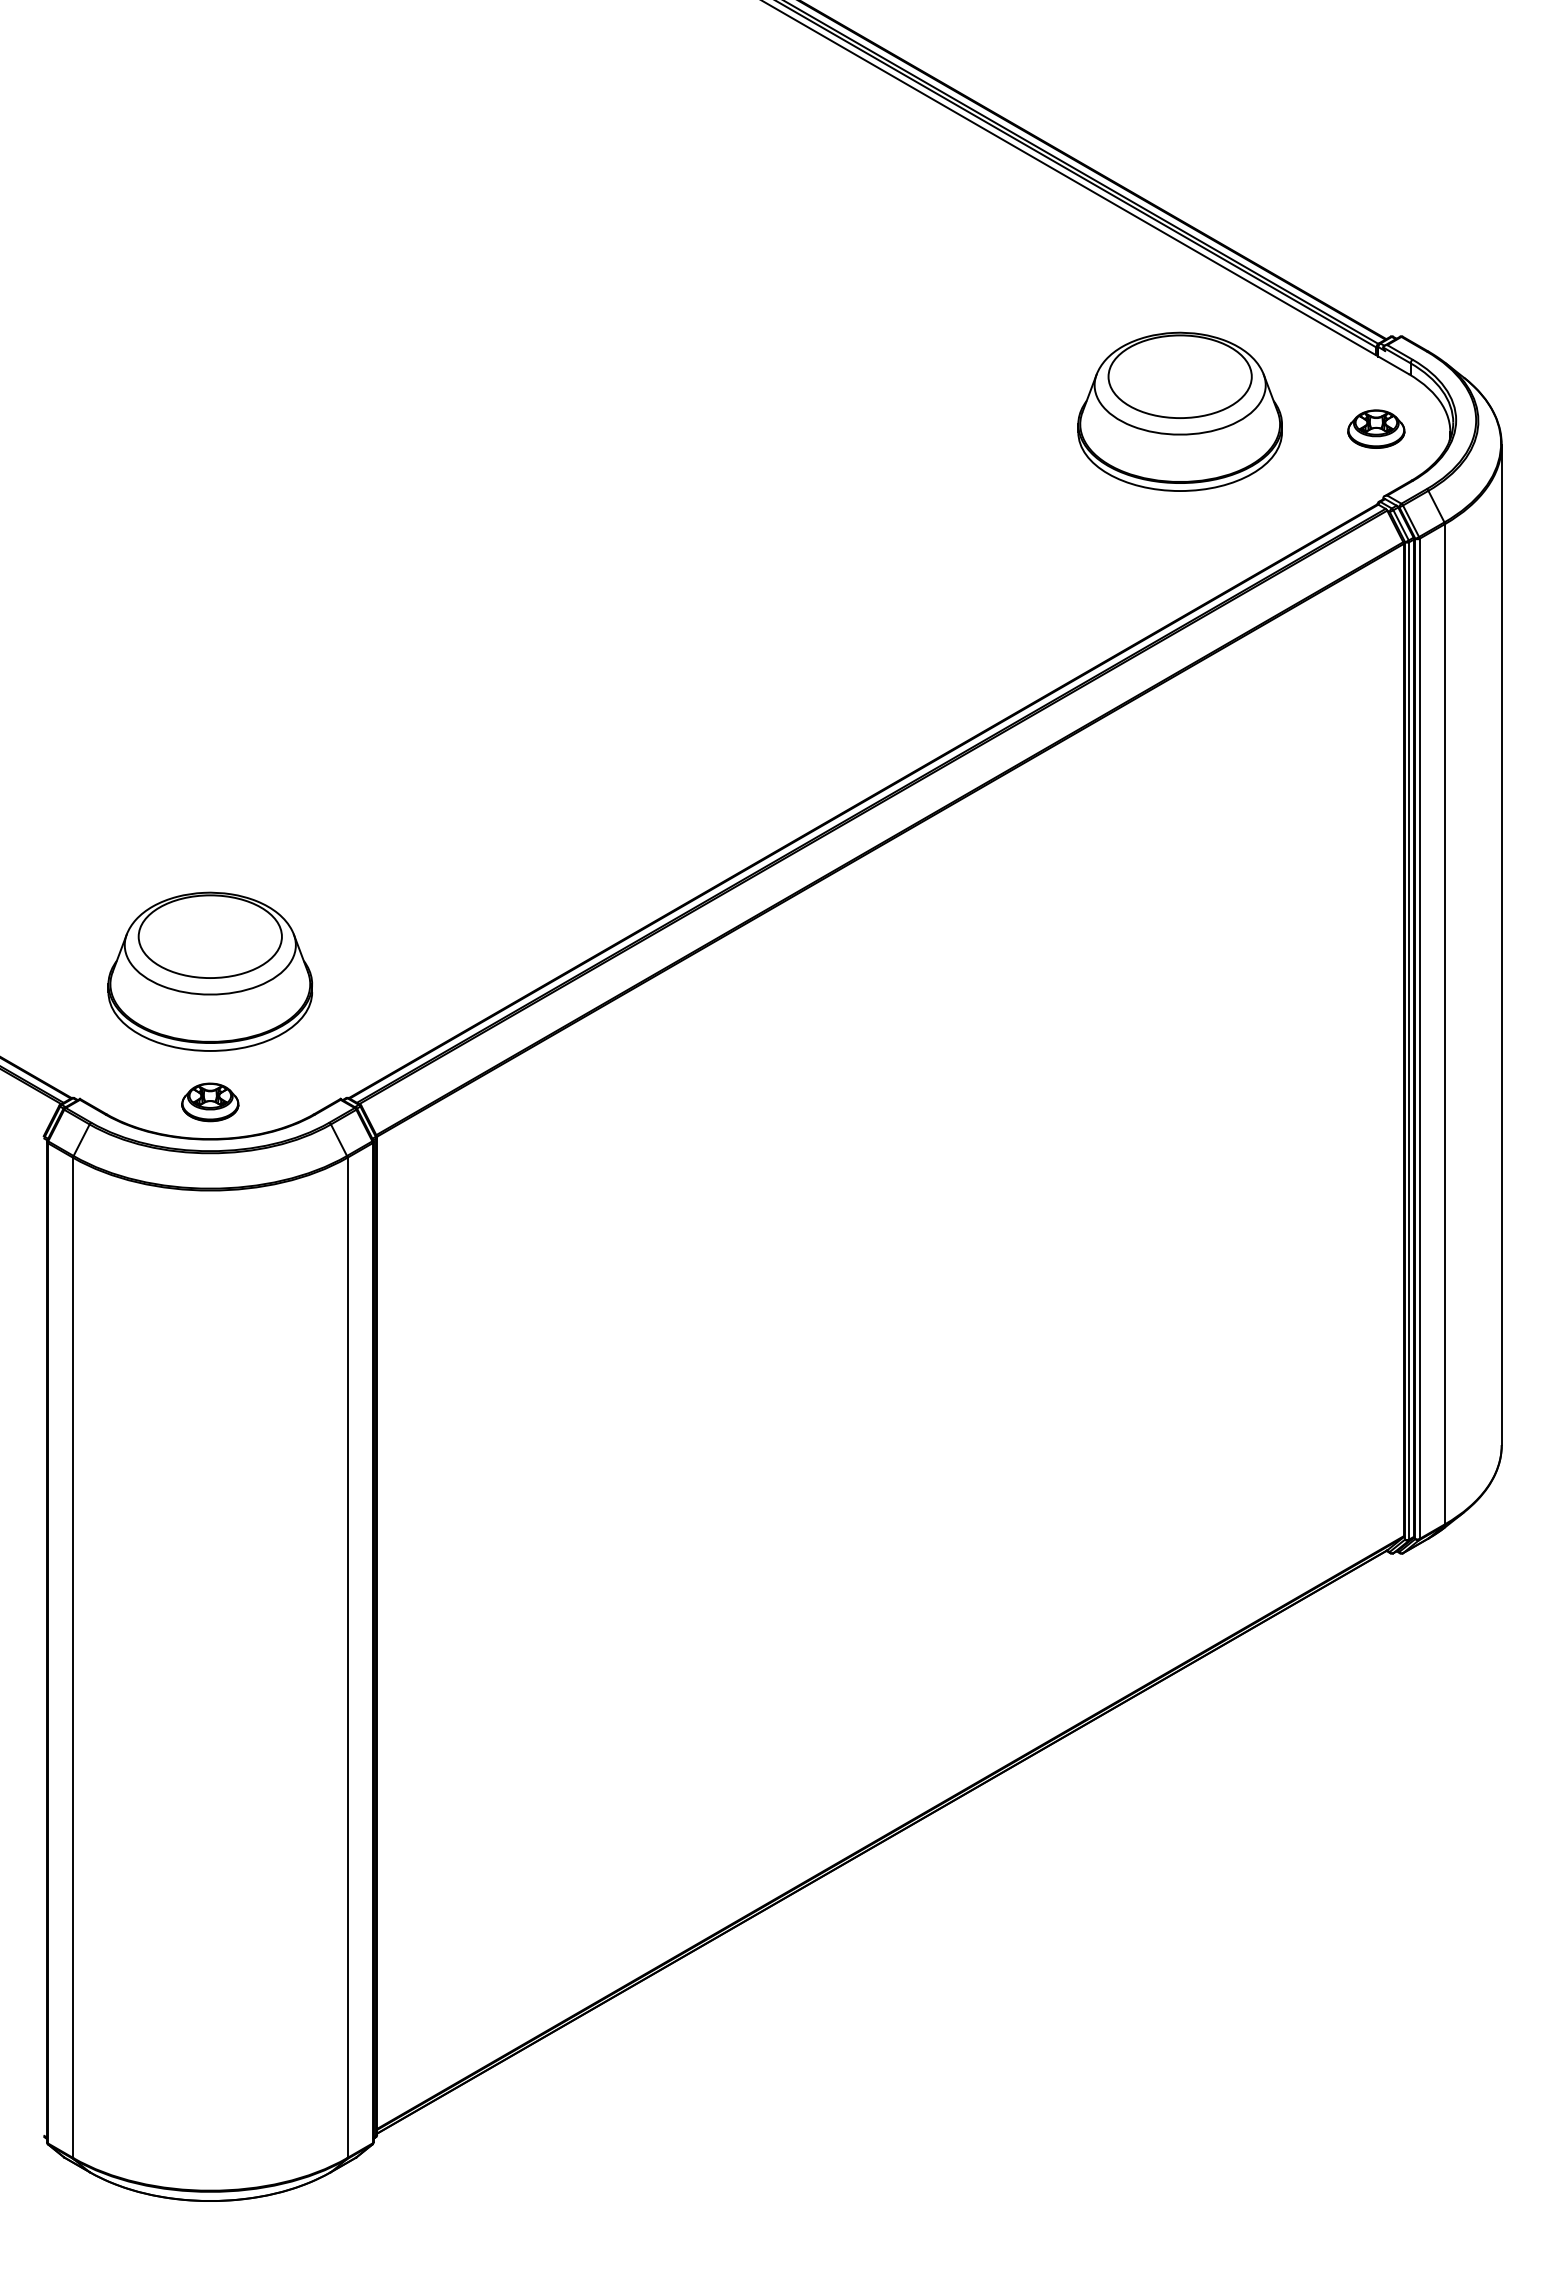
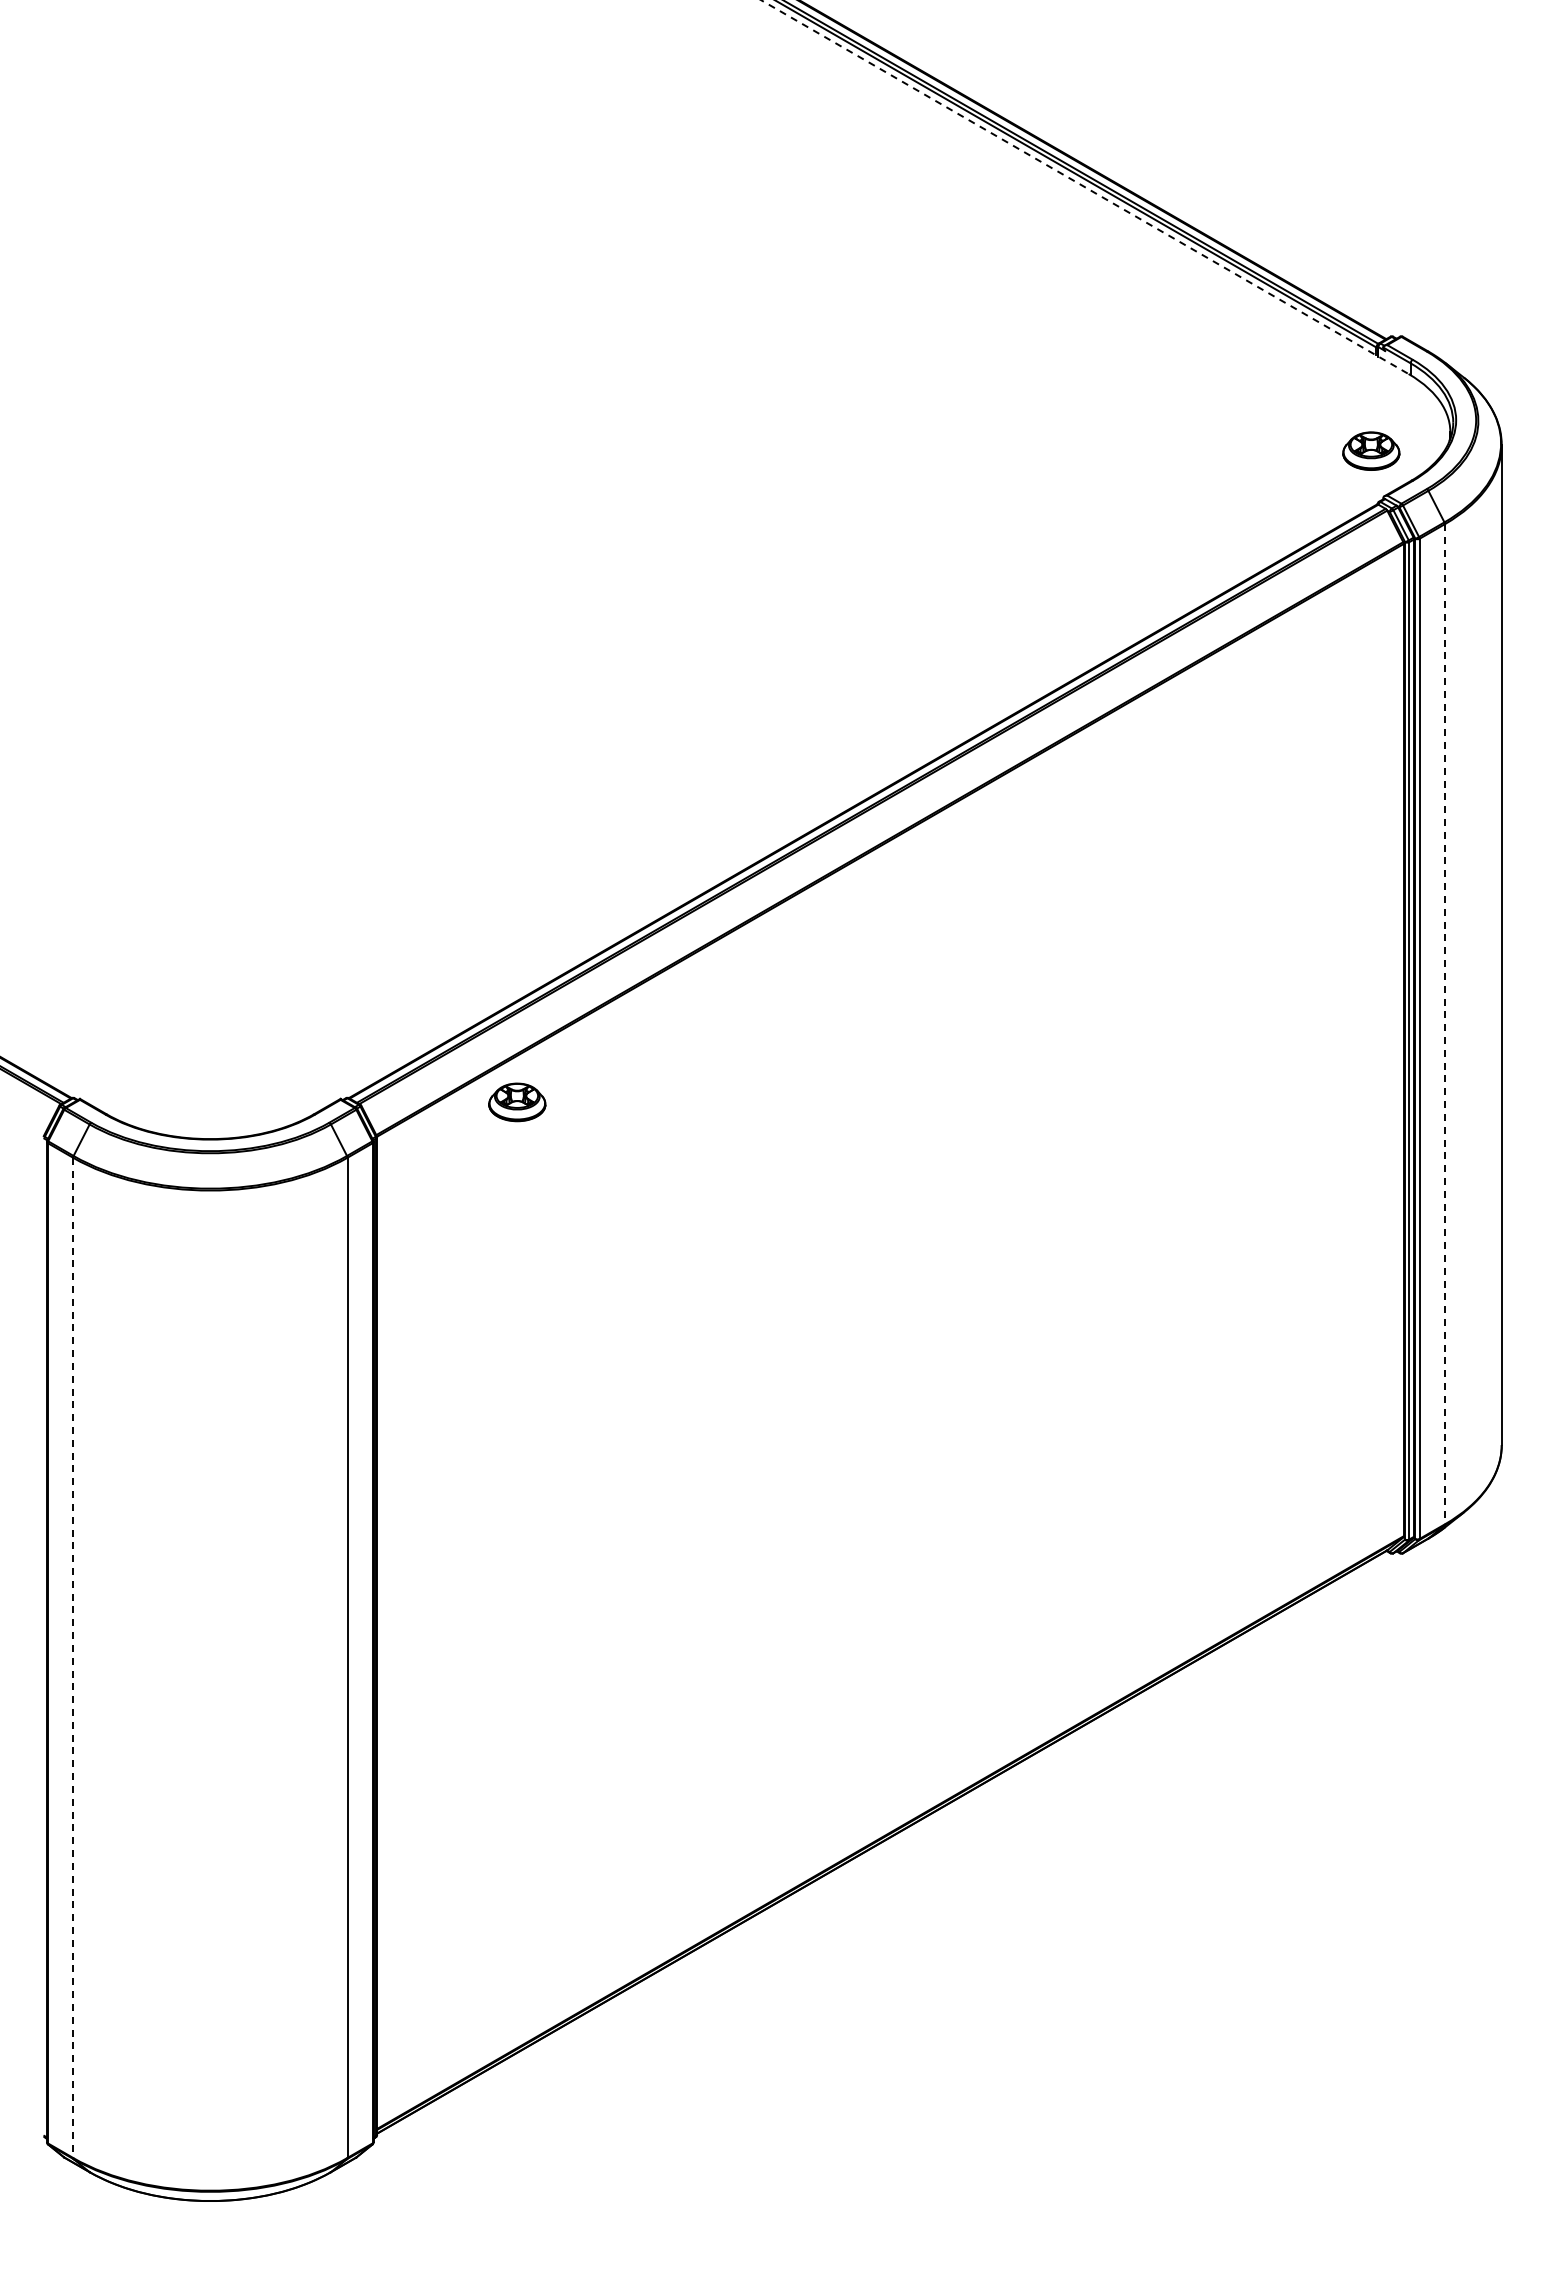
line at (1084, 187): solid -> dashed
part at (1179, 411): present -> none
part at (1376, 428) position: (1376, 428) -> (1371, 450)
part at (210, 971): present -> none
line at (1444, 1024): solid -> dashed
part at (210, 1102) position: (210, 1102) -> (517, 1102)
line at (73, 1658): solid -> dashed
